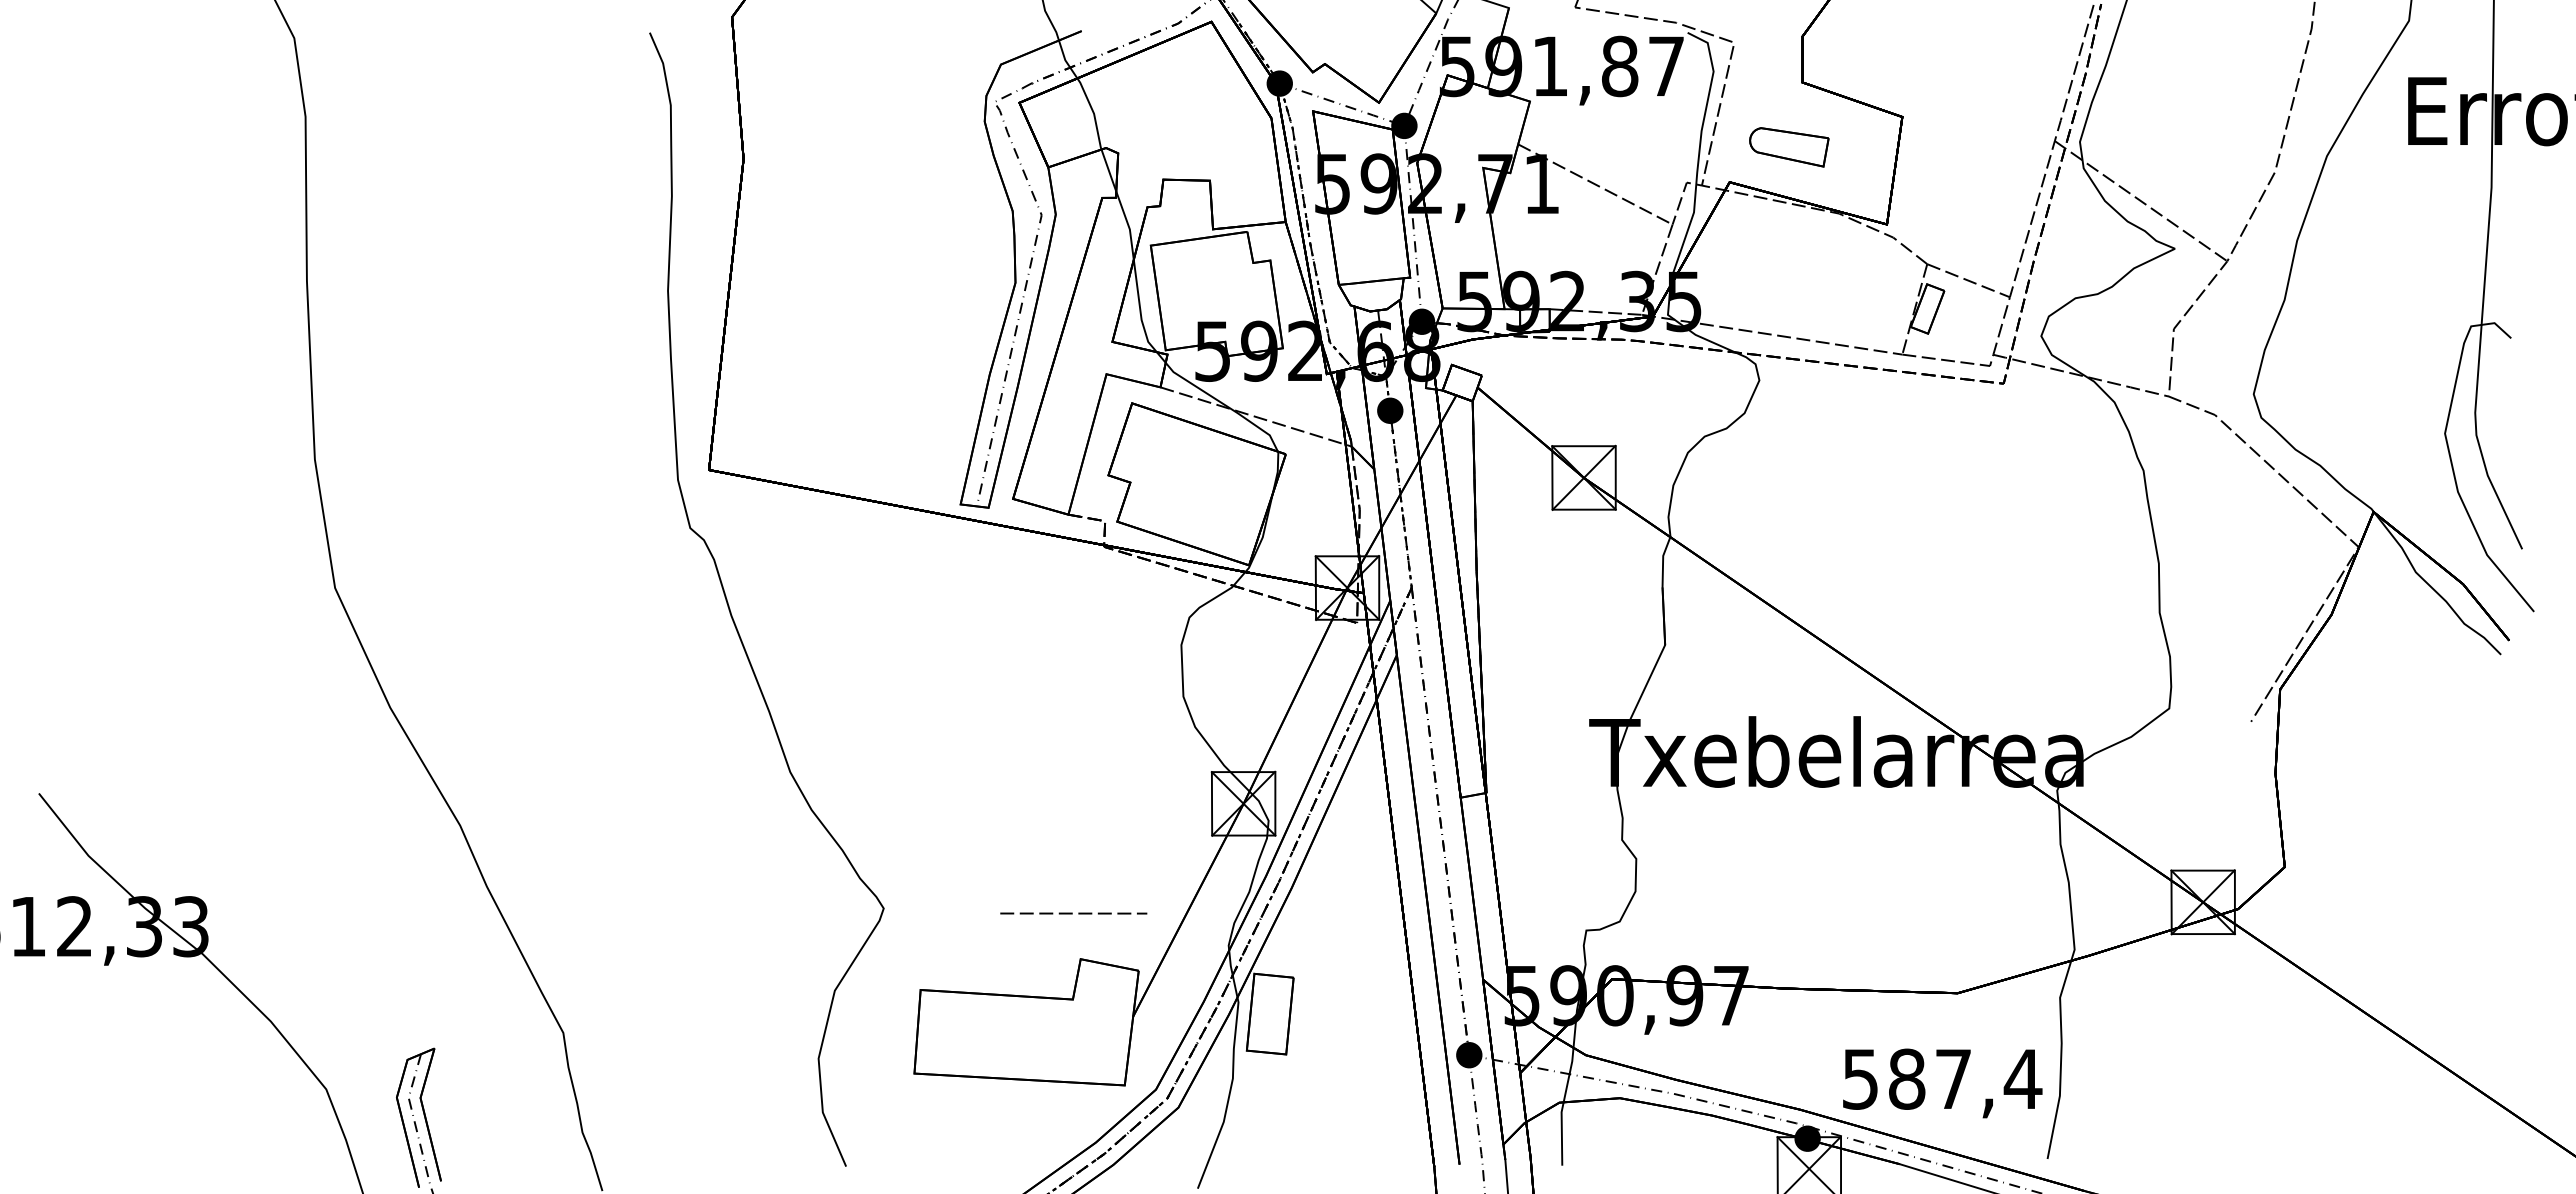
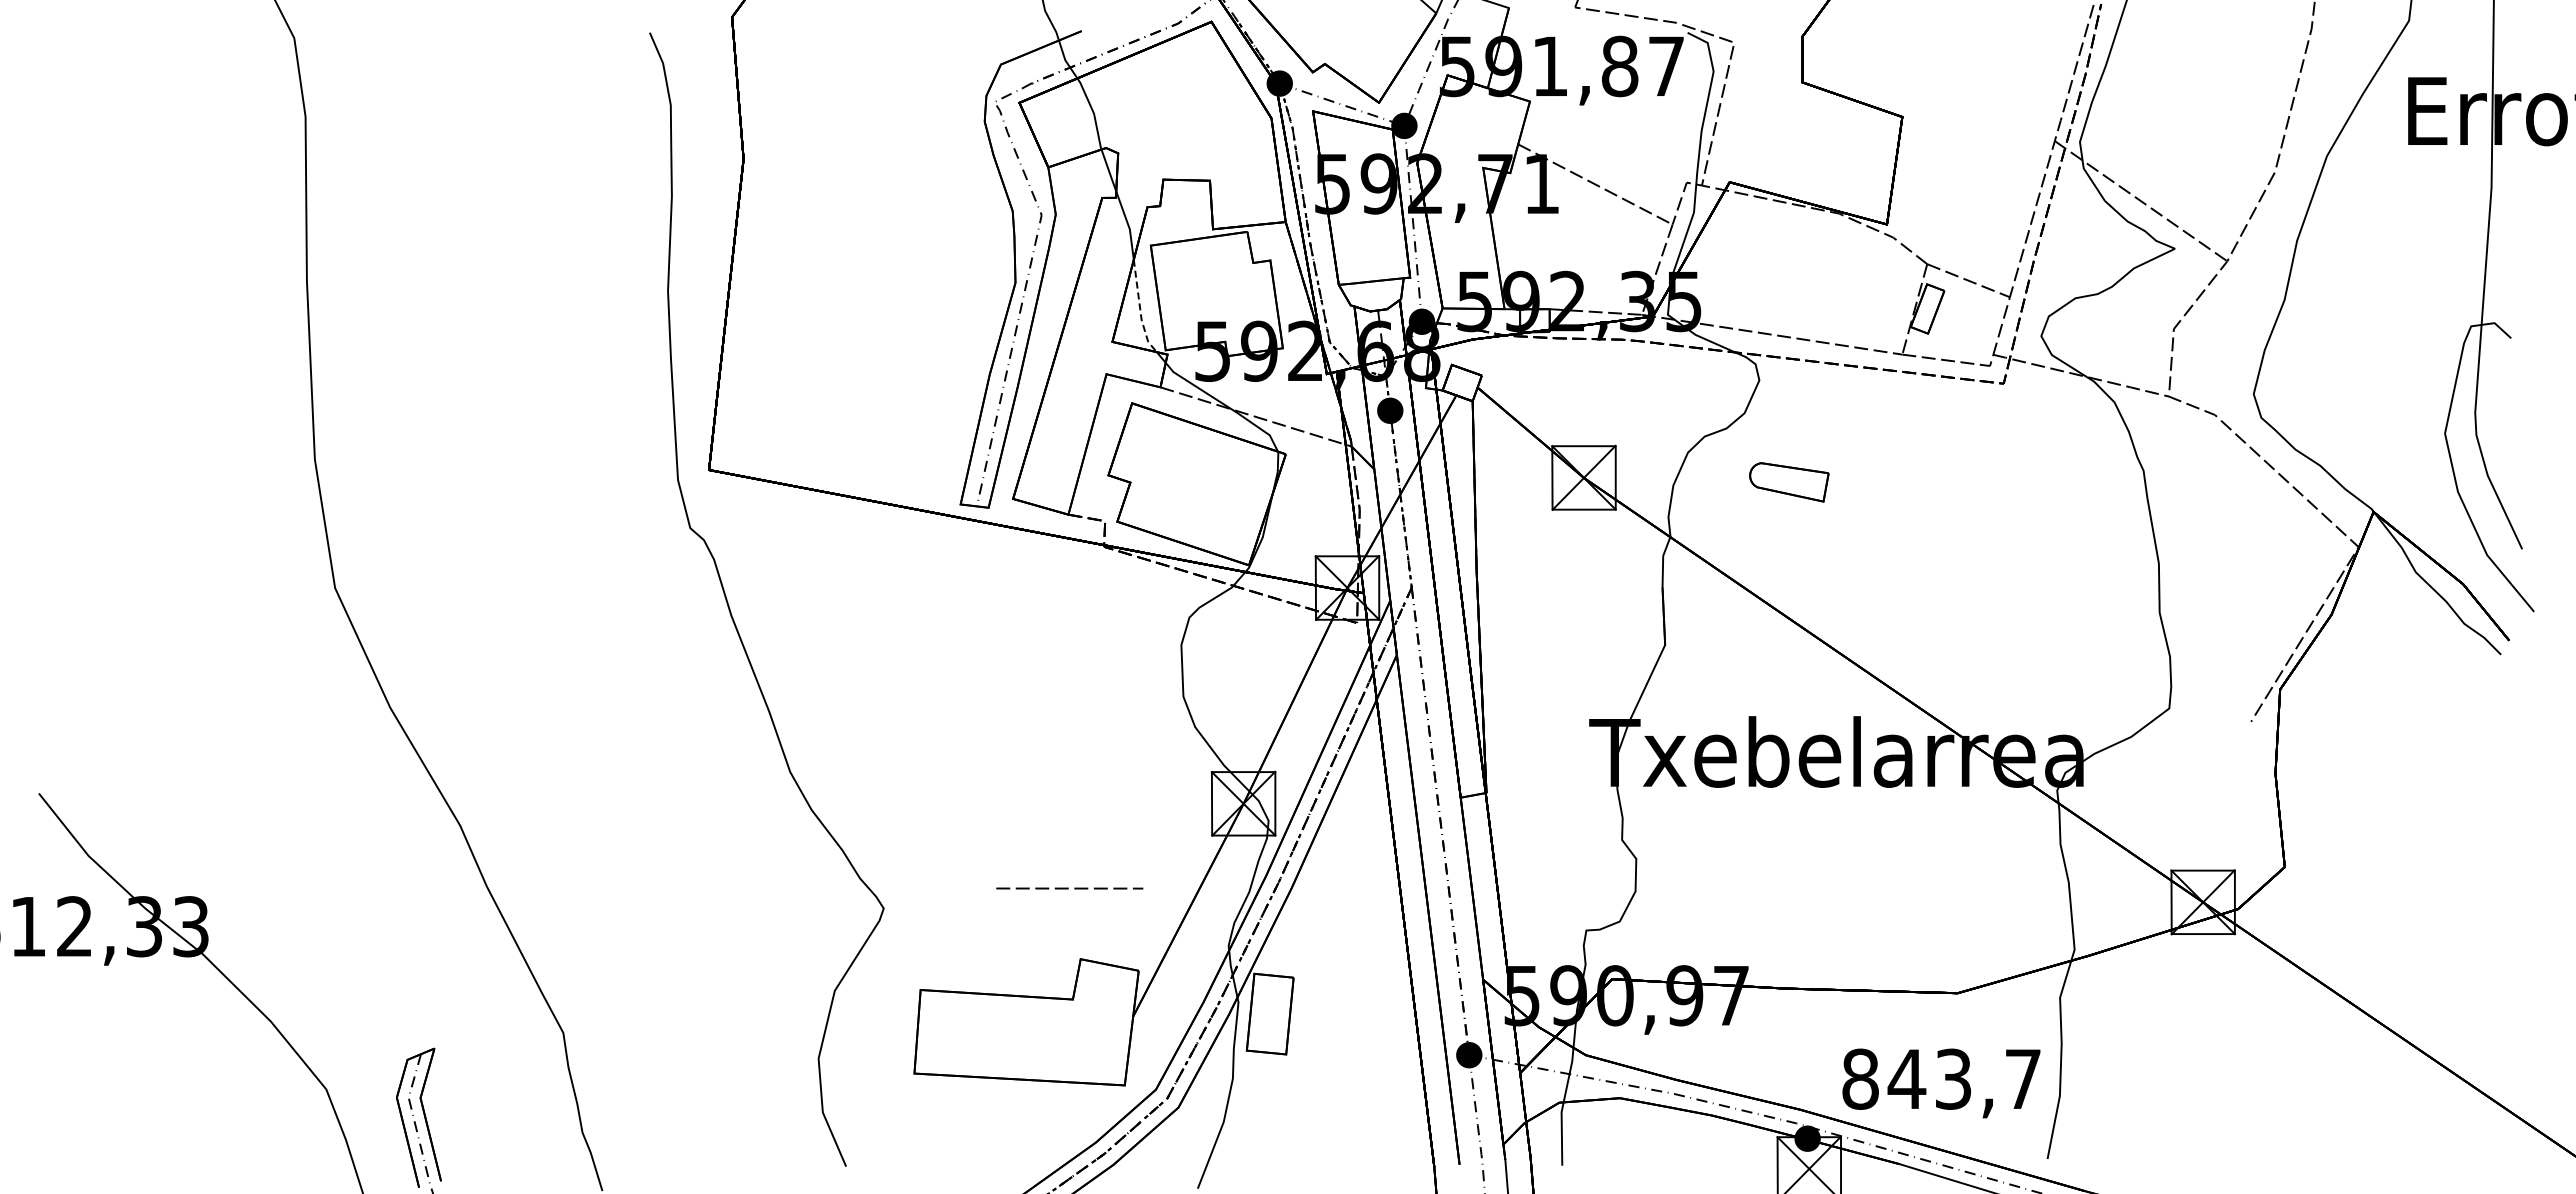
part at (1789, 147) position: (1789, 147) -> (1789, 482)
line at (1140, 309): solid -> dashed
line at (1072, 913) position: (1072, 913) -> (1068, 888)
text at (1942, 1078): 587,4 -> 843,7
